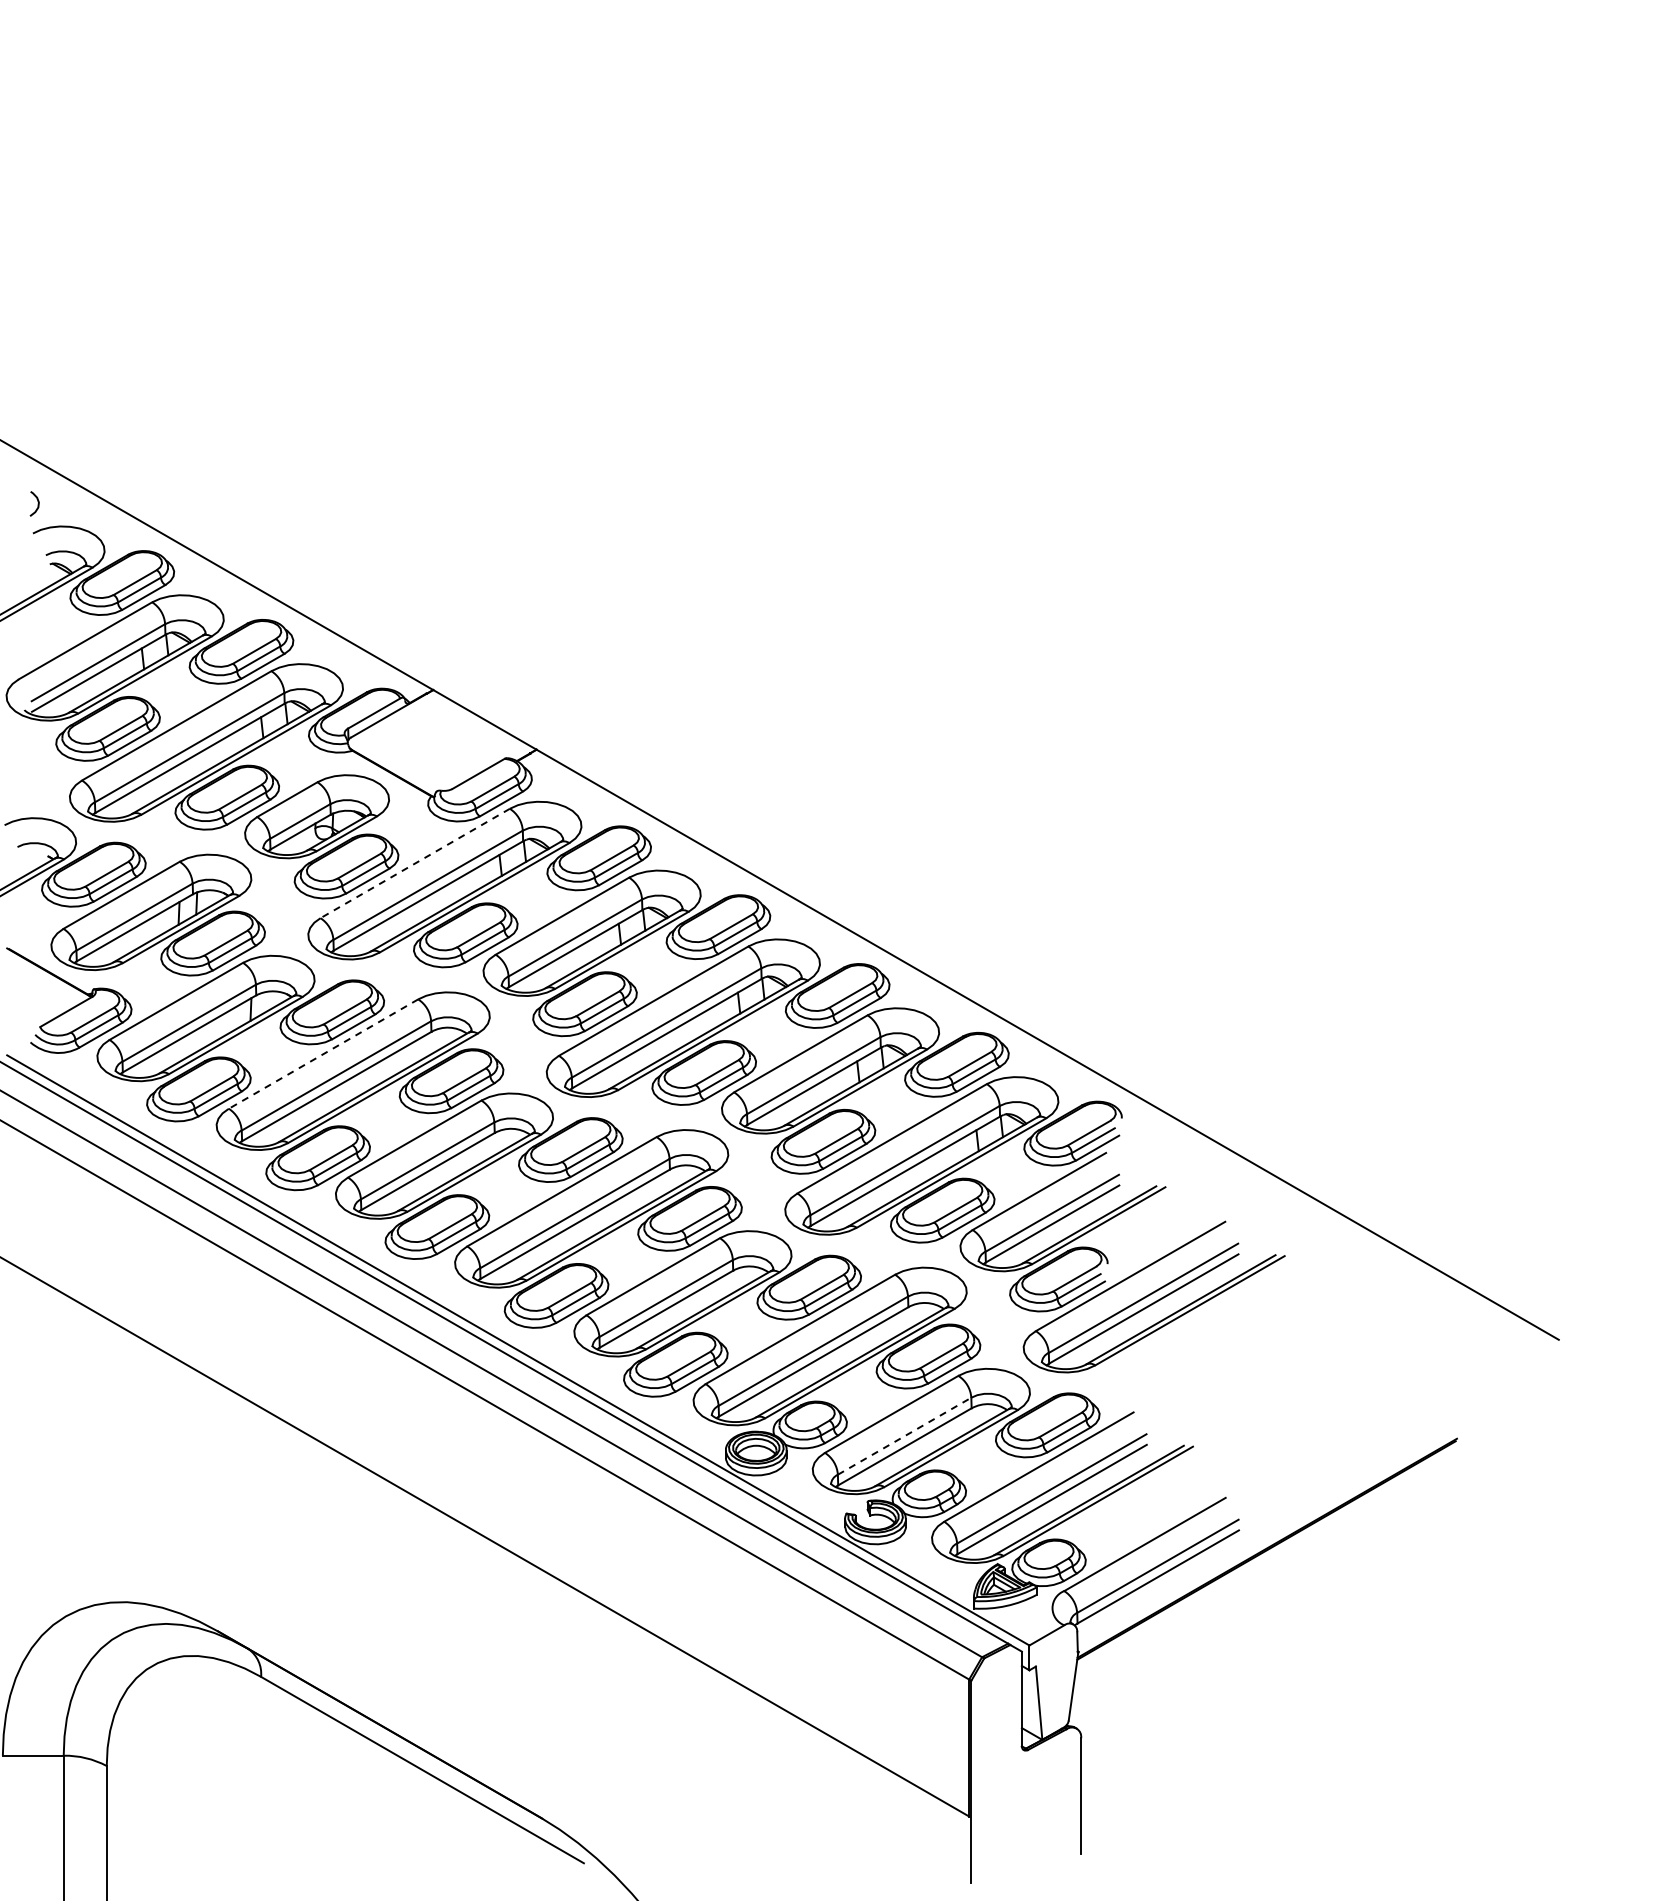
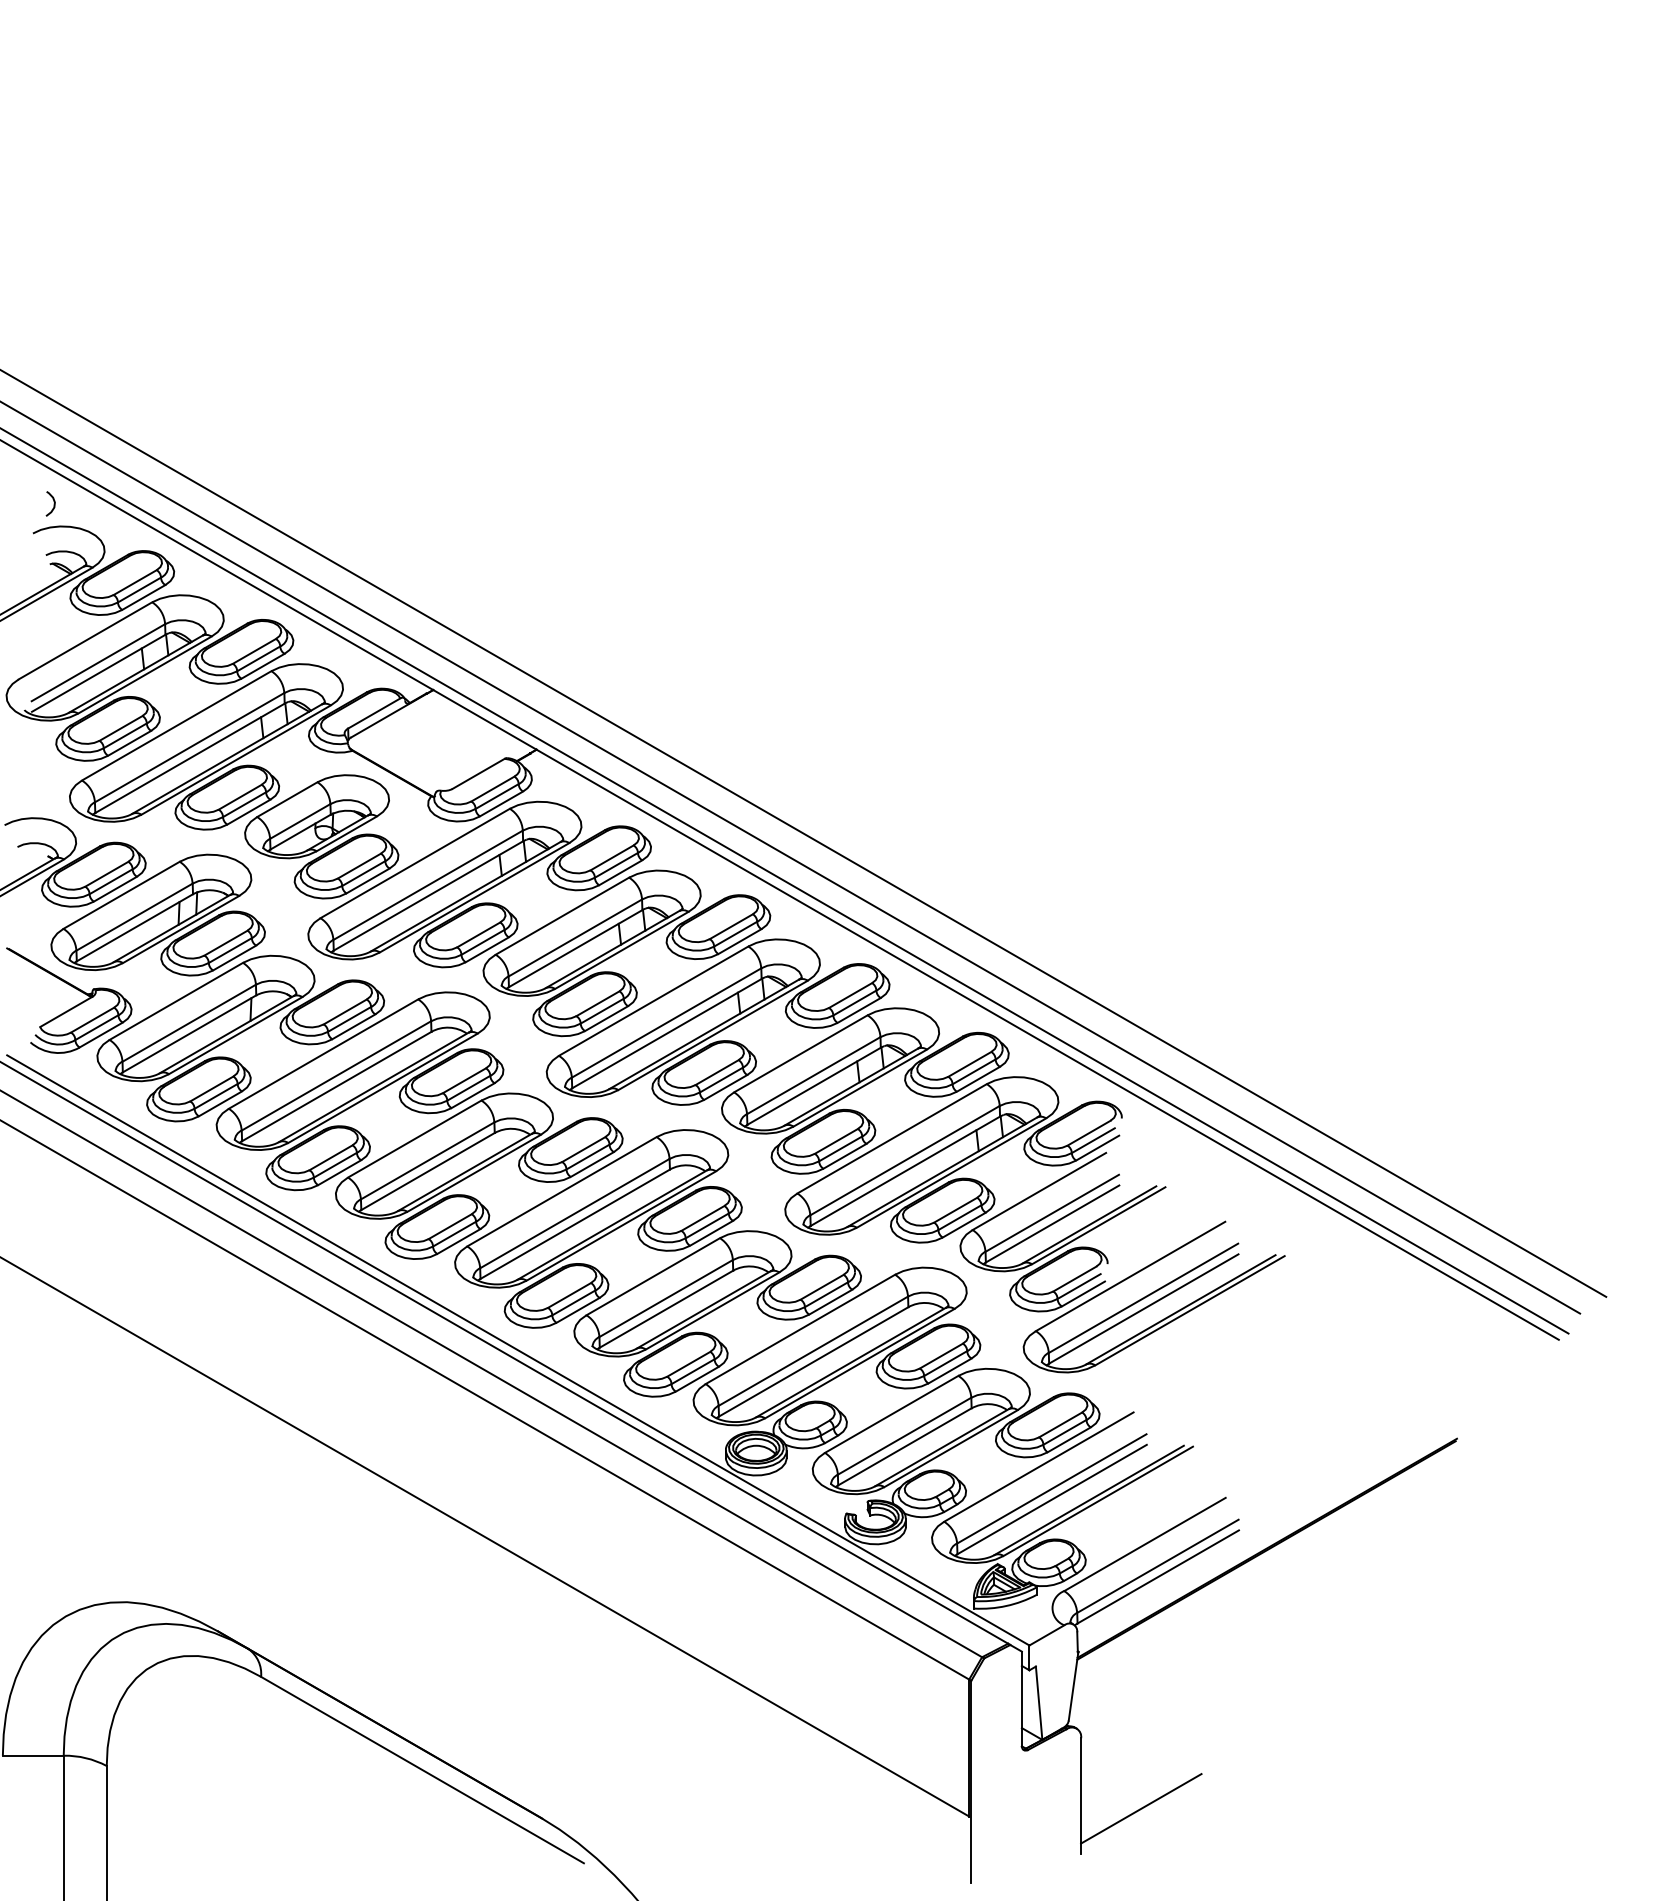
curve at (37, 503) position: (37, 503) -> (53, 503)
line at (804, 833): none -> present
line at (791, 857): none -> present
line at (414, 863): dashed -> solid
line at (785, 881): none -> present
line at (323, 1054): dashed -> solid
line at (905, 1435): dashed -> solid
line at (1141, 1808): none -> present
